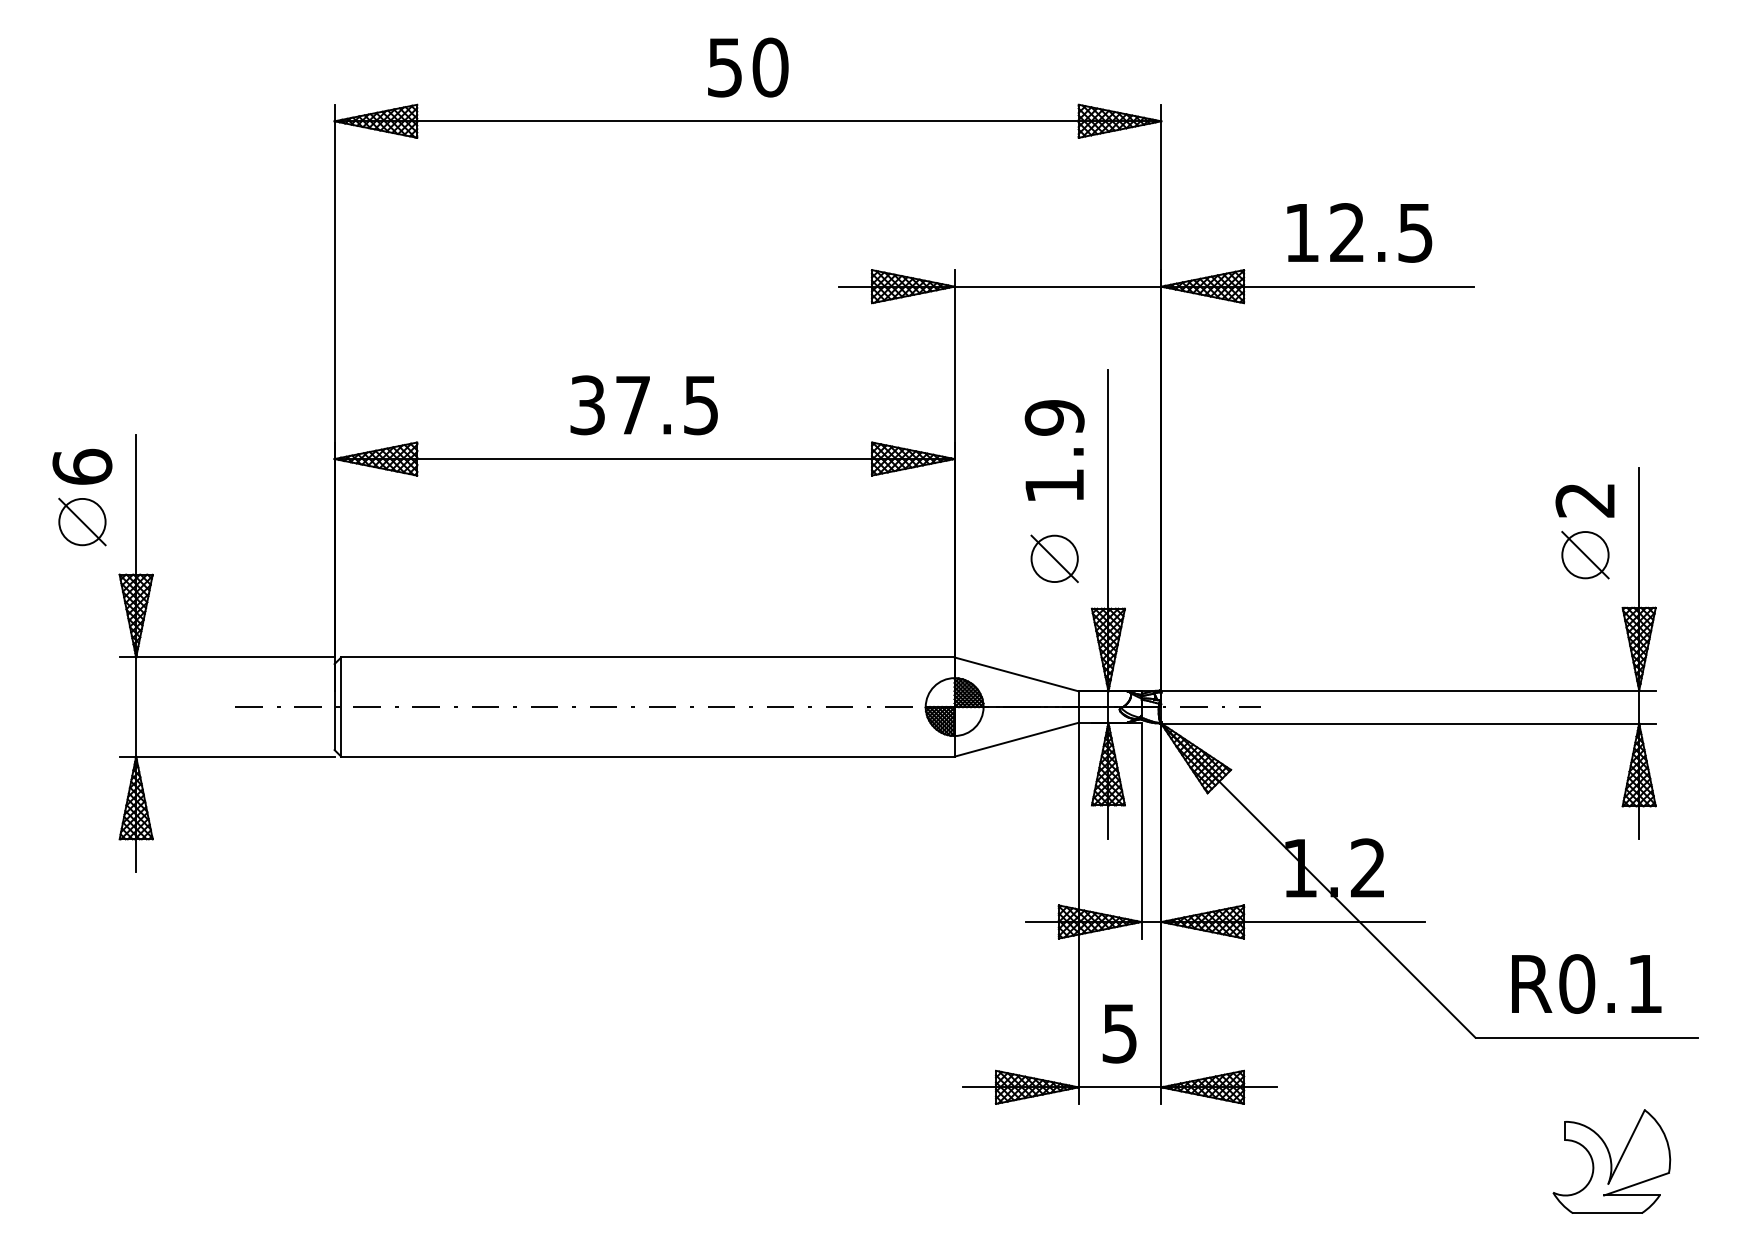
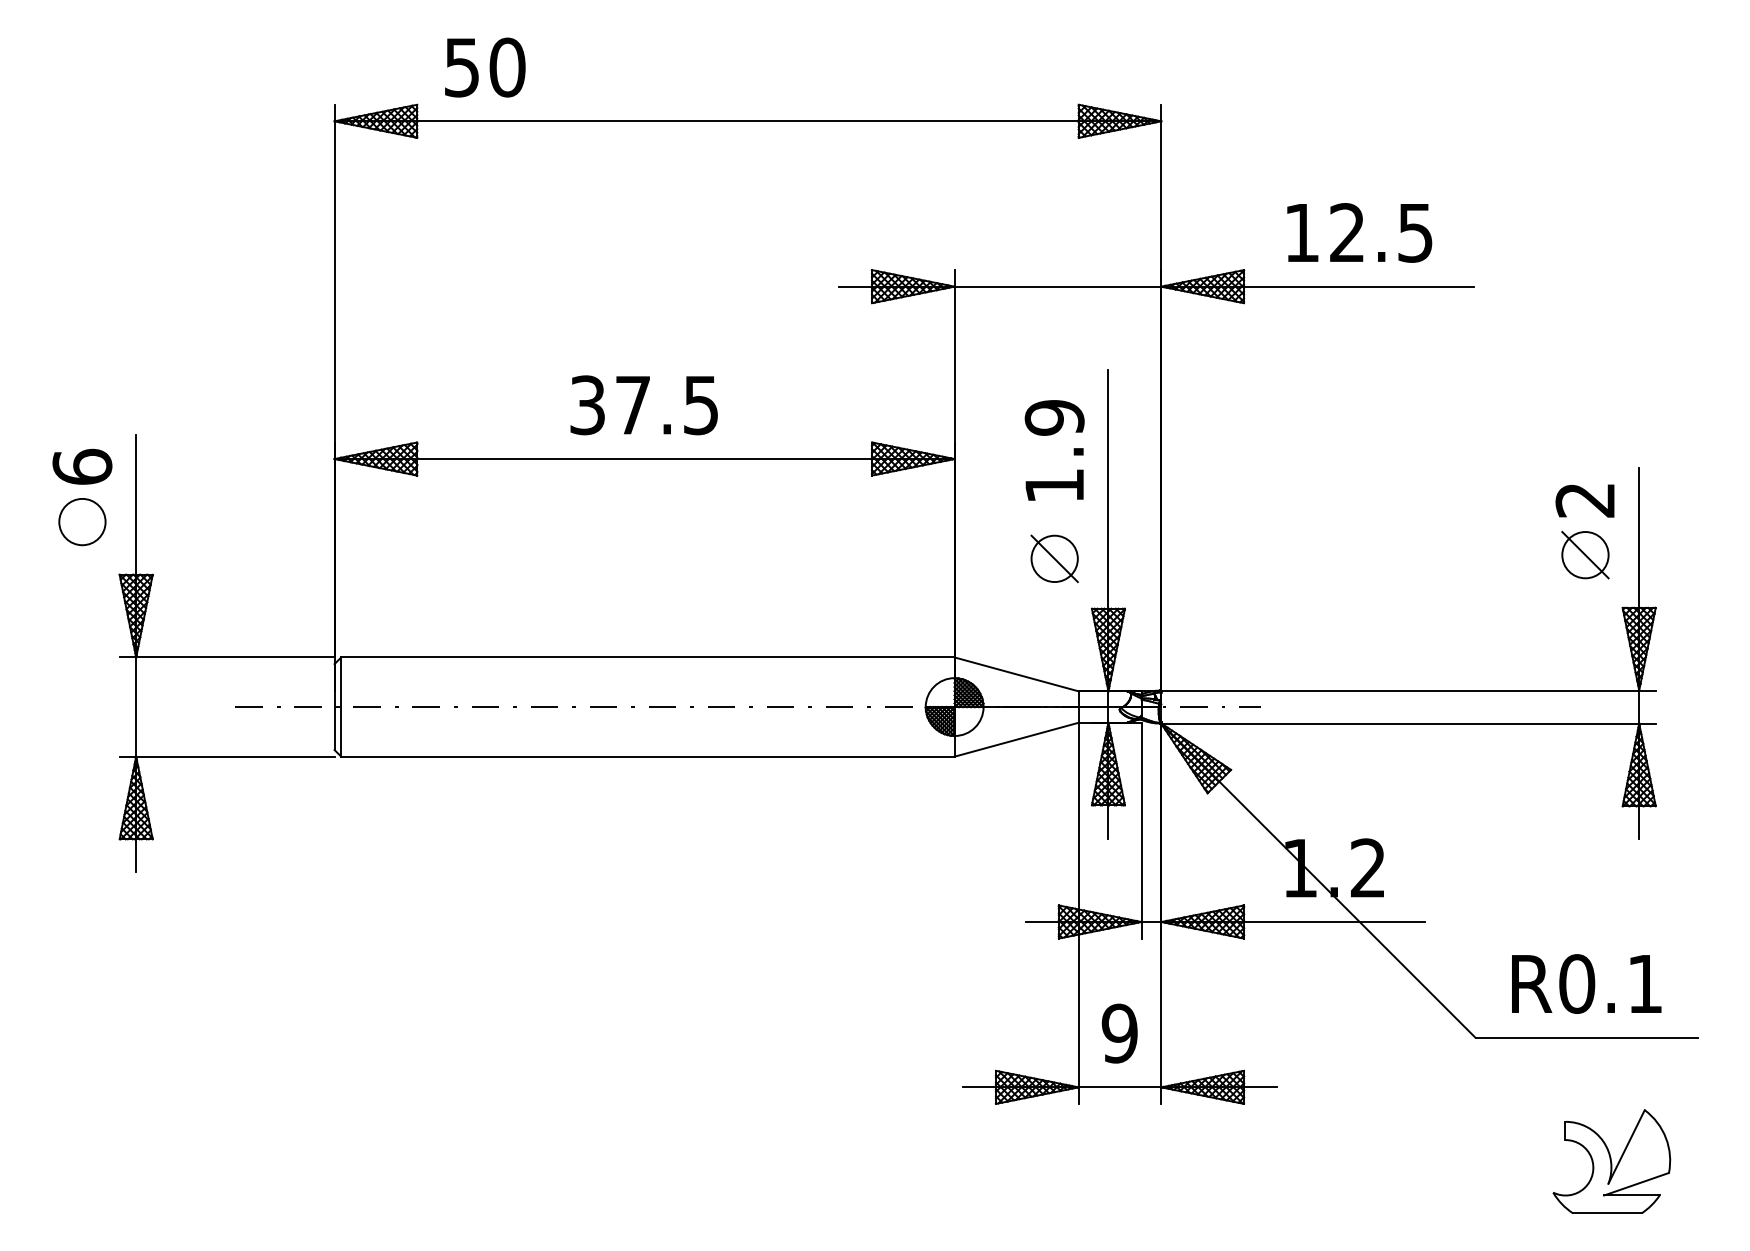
text at (748, 67) position: (748, 67) -> (485, 67)
line at (82, 521): present -> none
text at (1119, 1033): 5 -> 9
